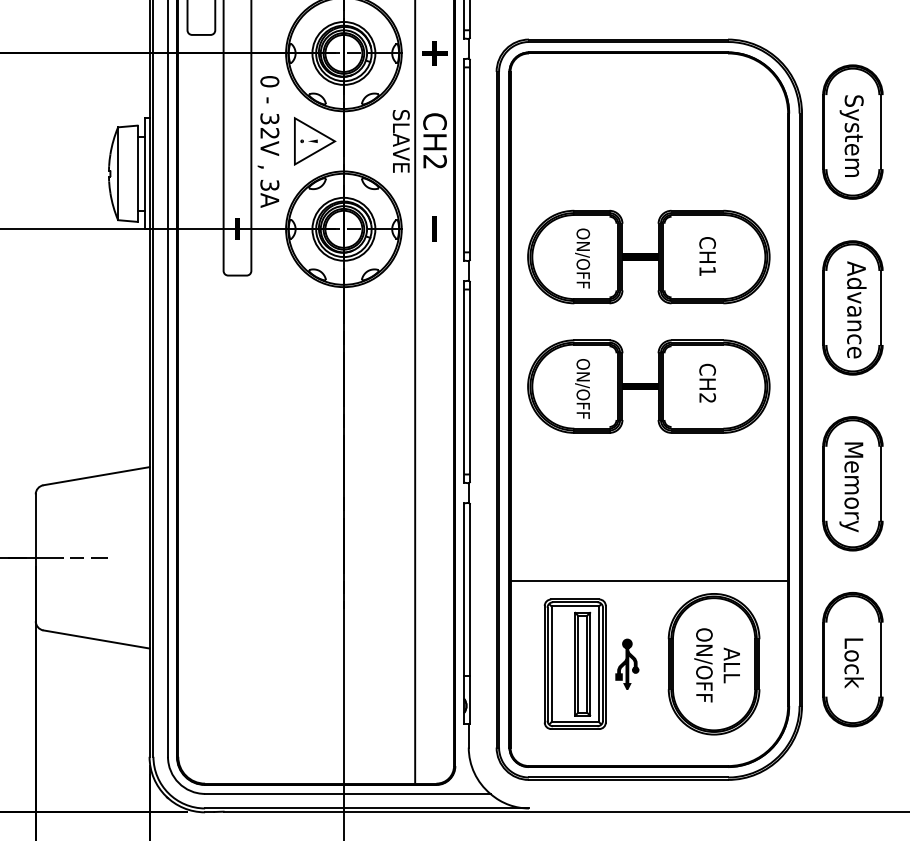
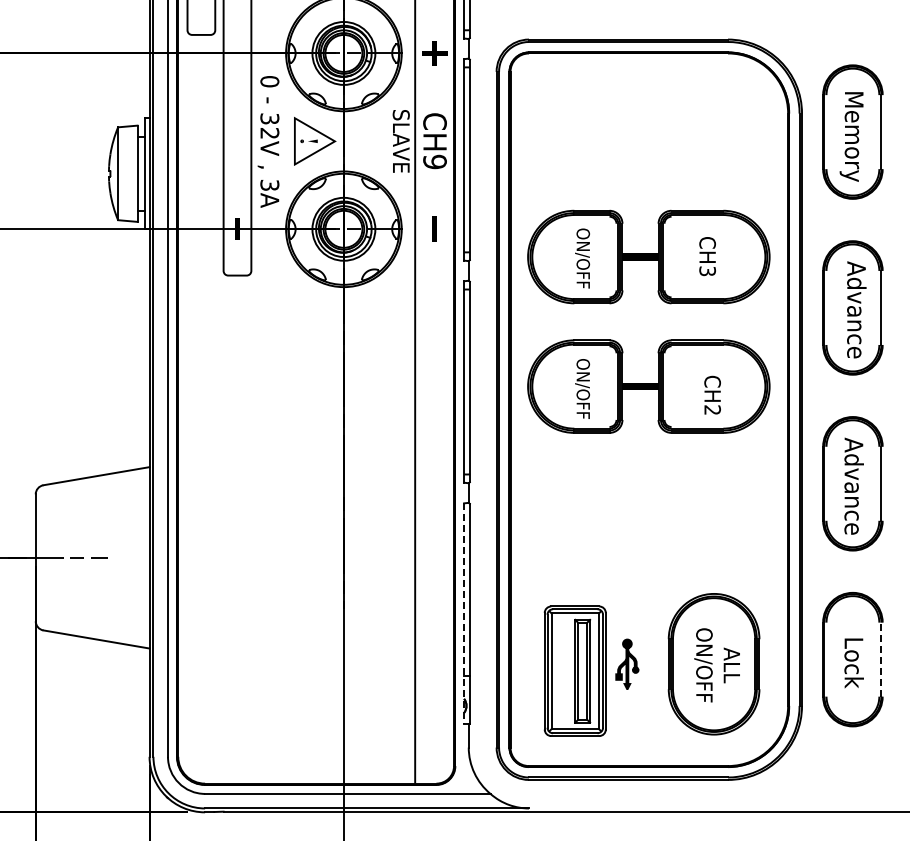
text at (851, 136): System -> Memory
text at (434, 161): CH2 -> CH9
text at (707, 271): CH1 -> CH3
text at (707, 382) position: (707, 382) -> (712, 394)
text at (851, 485): Memory -> Advance
line at (649, 580): present -> none
line at (464, 613): solid -> dashed
line at (881, 659): solid -> dashed
part at (574, 663) position: (574, 663) -> (574, 670)
